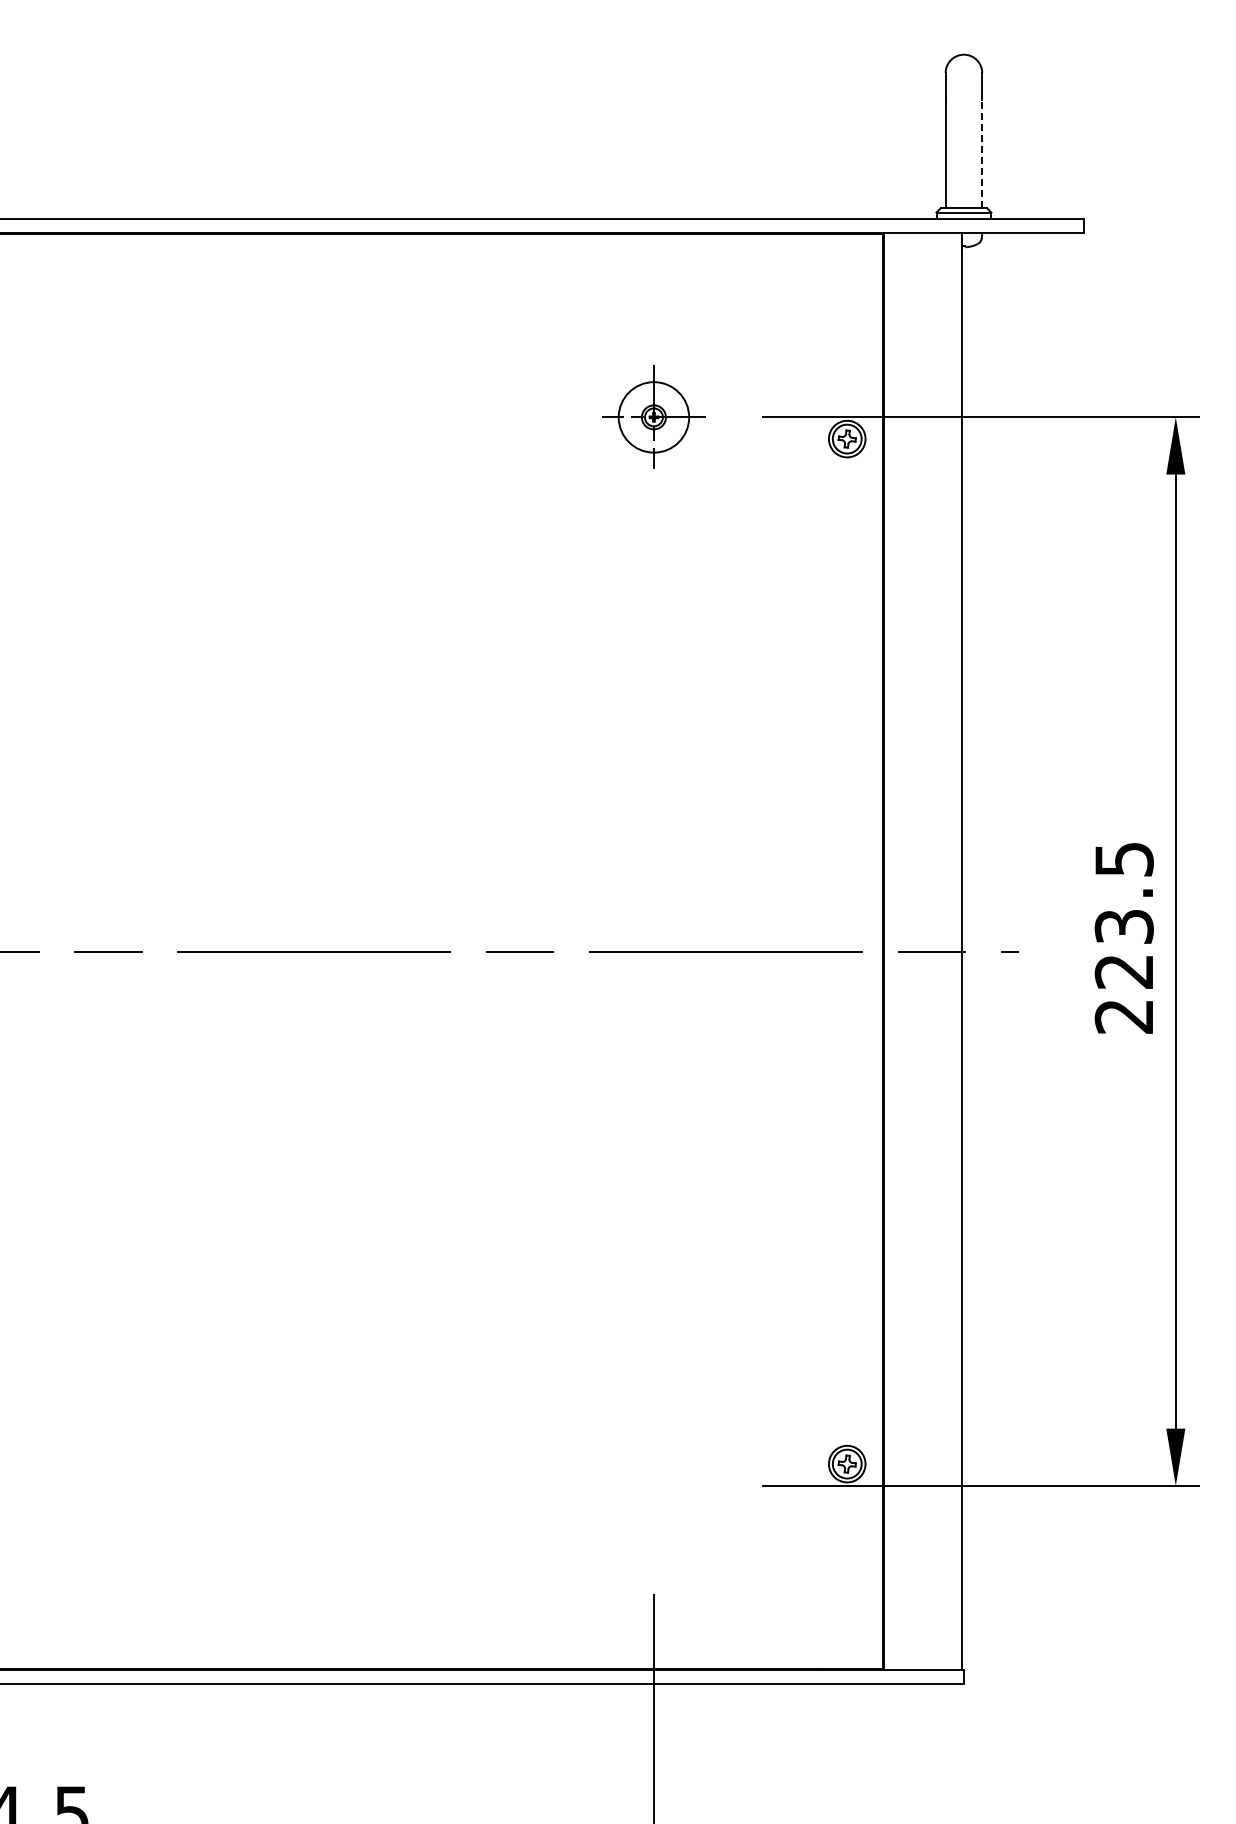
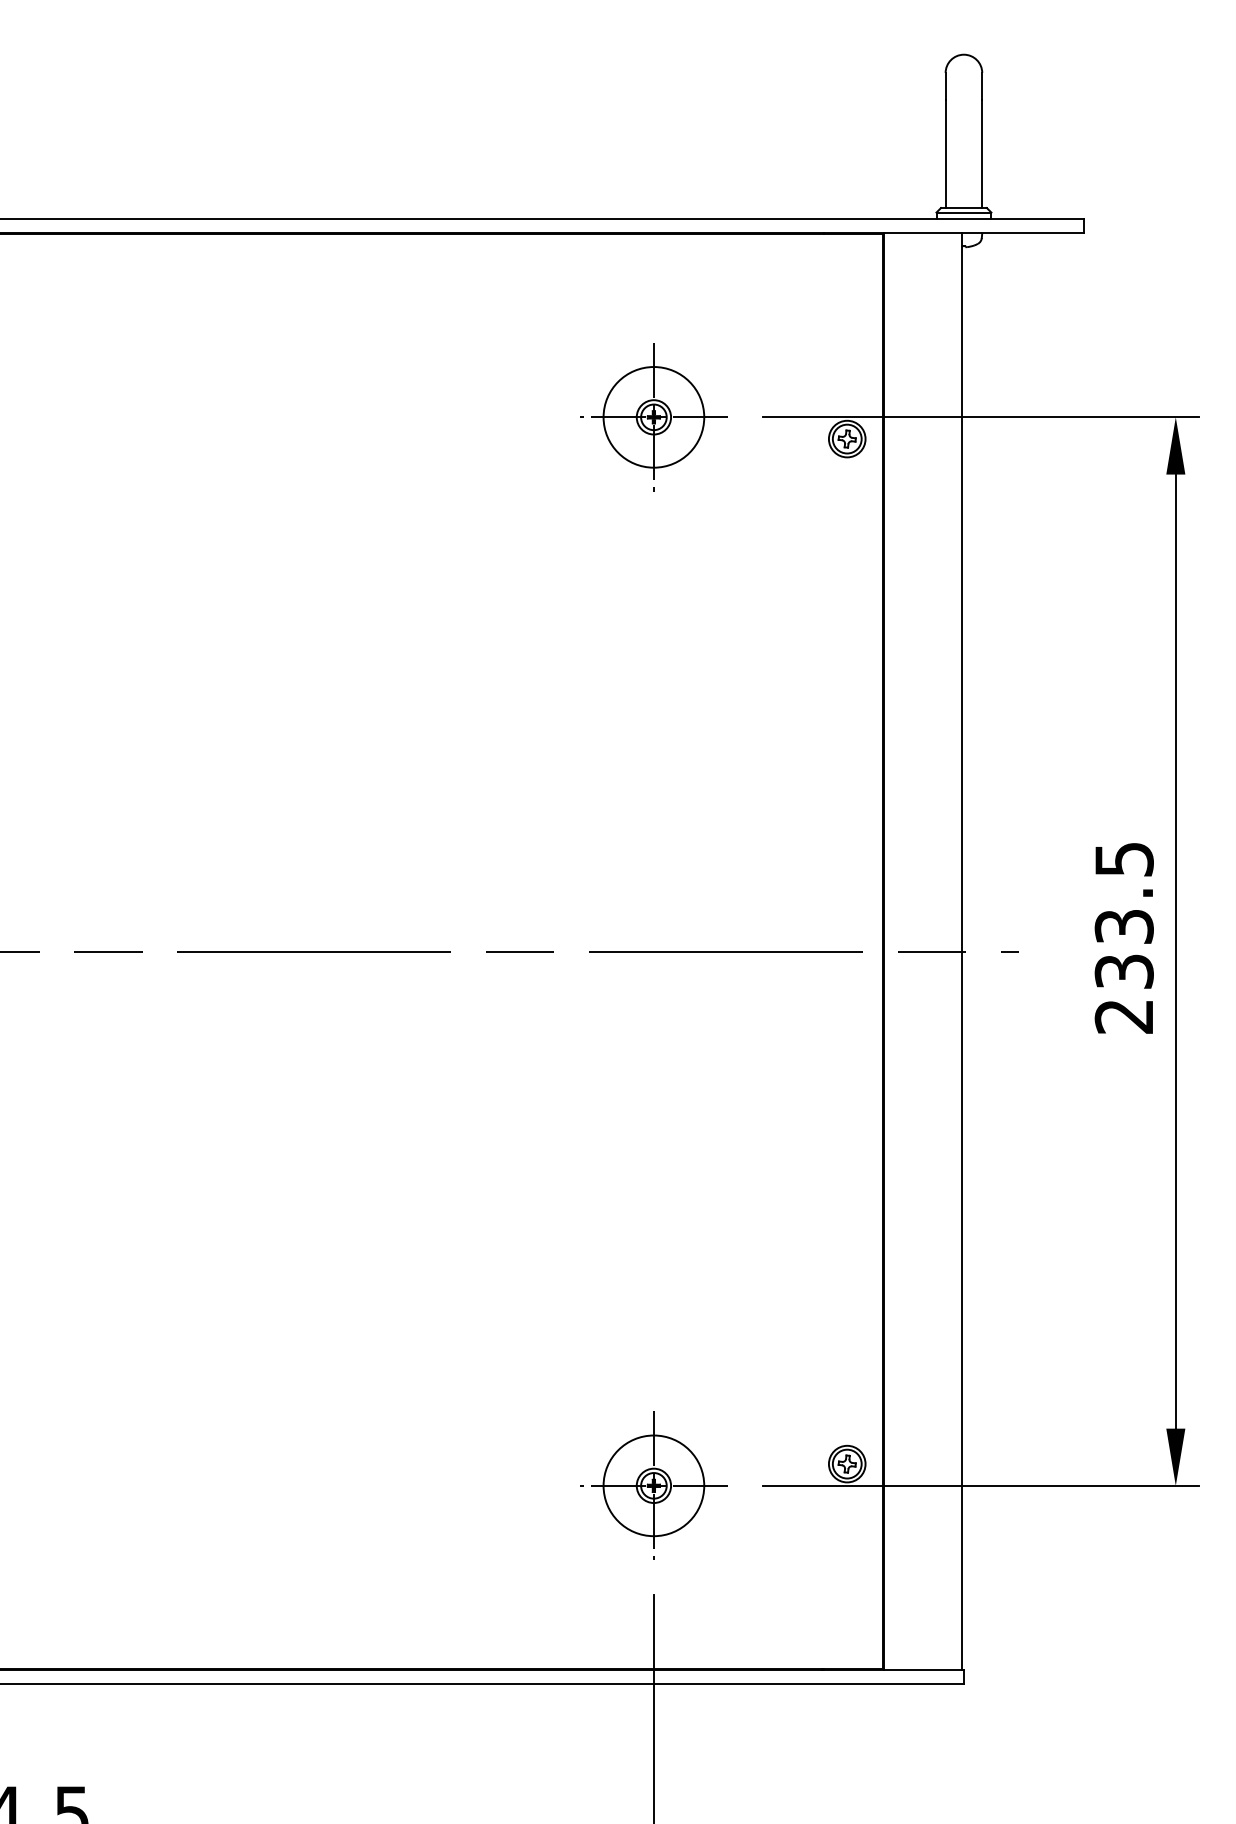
line at (982, 154): dashed -> solid
part at (653, 416) size: 104x104 px -> 148x149 px
text at (1123, 971): 223.5 -> 233.5
part at (653, 1485): none -> present
